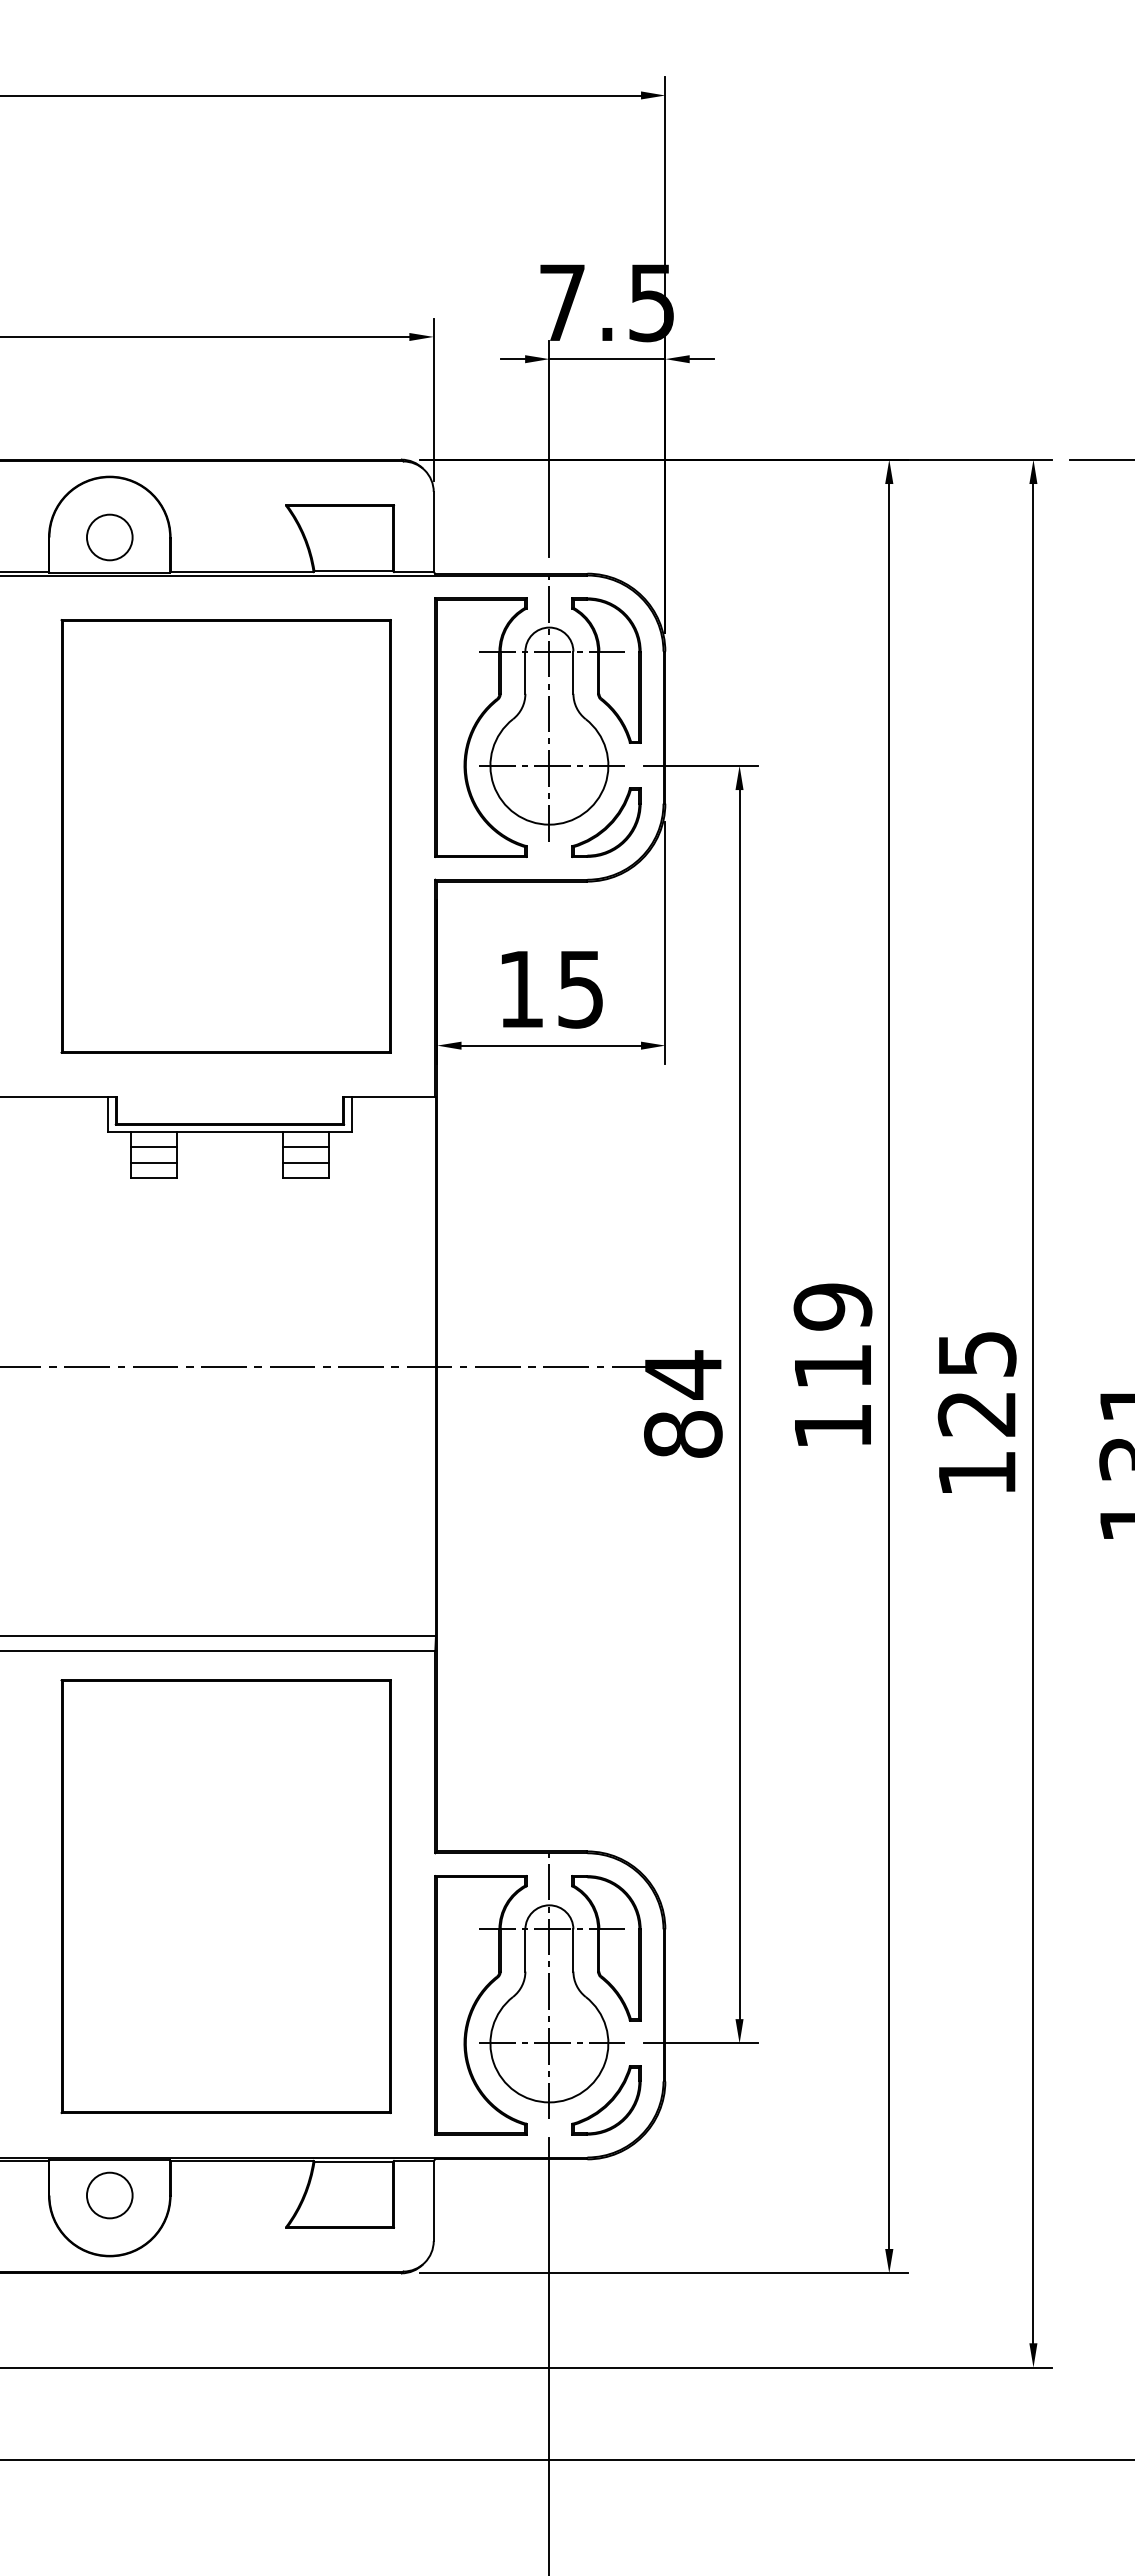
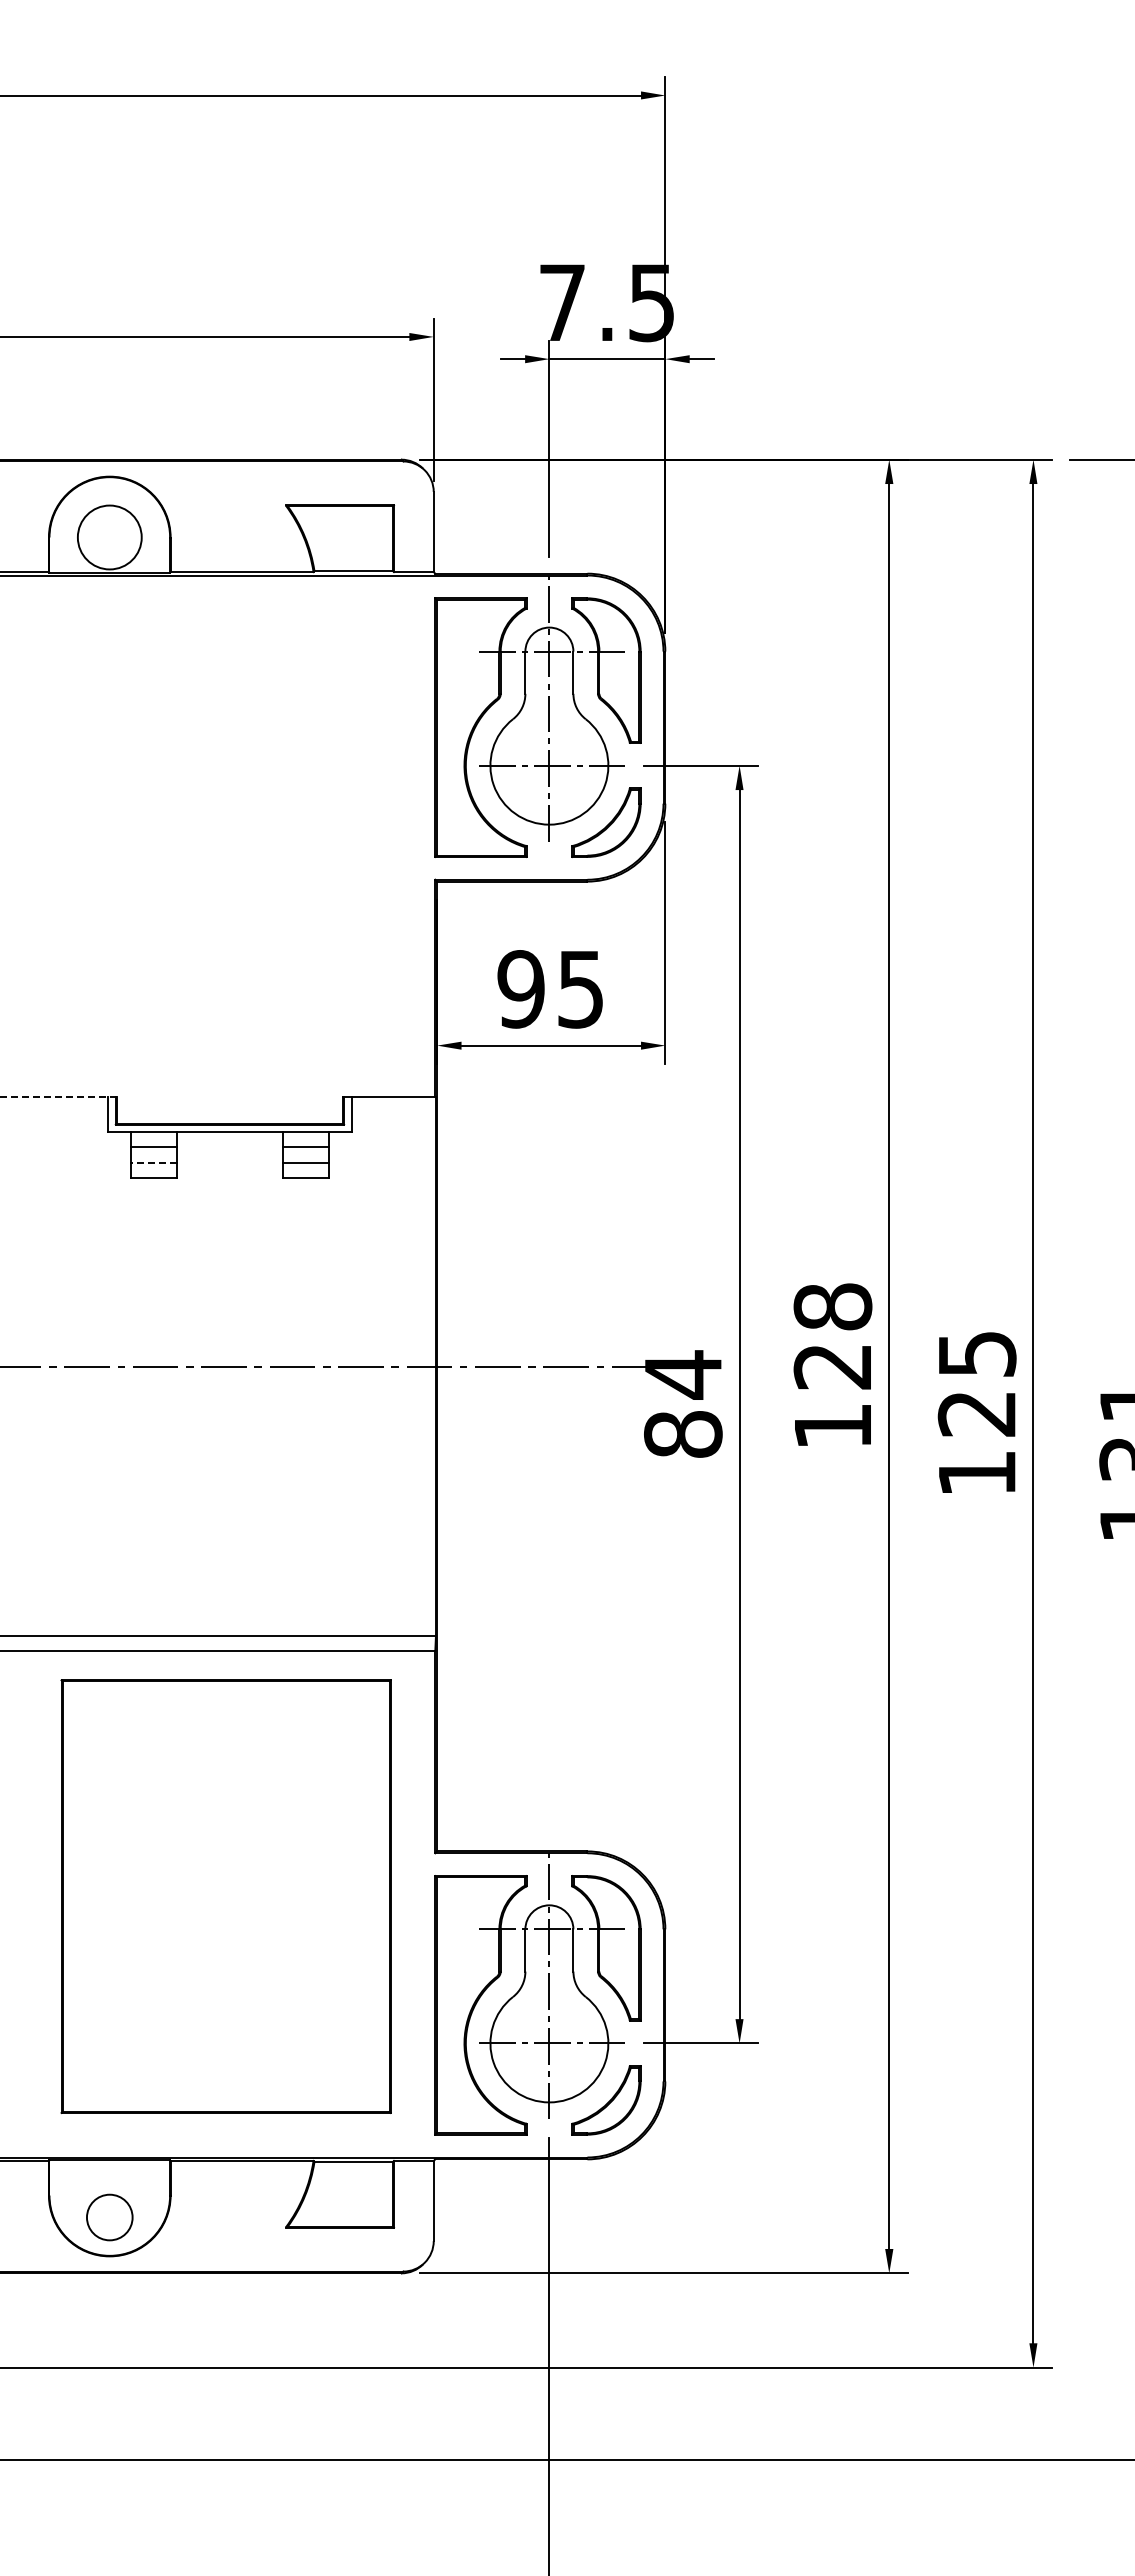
circle at (109, 537) diameter: 46 px -> 64 px
part at (225, 836): present -> none
text at (520, 989): 15 -> 95
line at (58, 1097): solid -> dashed
line at (153, 1162): solid -> dashed
text at (832, 1336): 119 -> 128
circle at (109, 2195) position: (109, 2195) -> (109, 2217)
